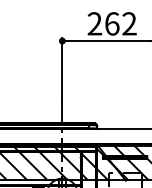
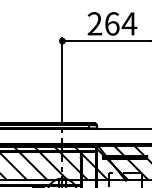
text at (129, 23): 262 -> 264
